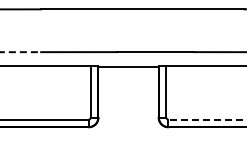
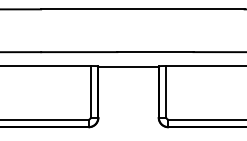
line at (21, 52): dashed -> solid
line at (207, 119): dashed -> solid
